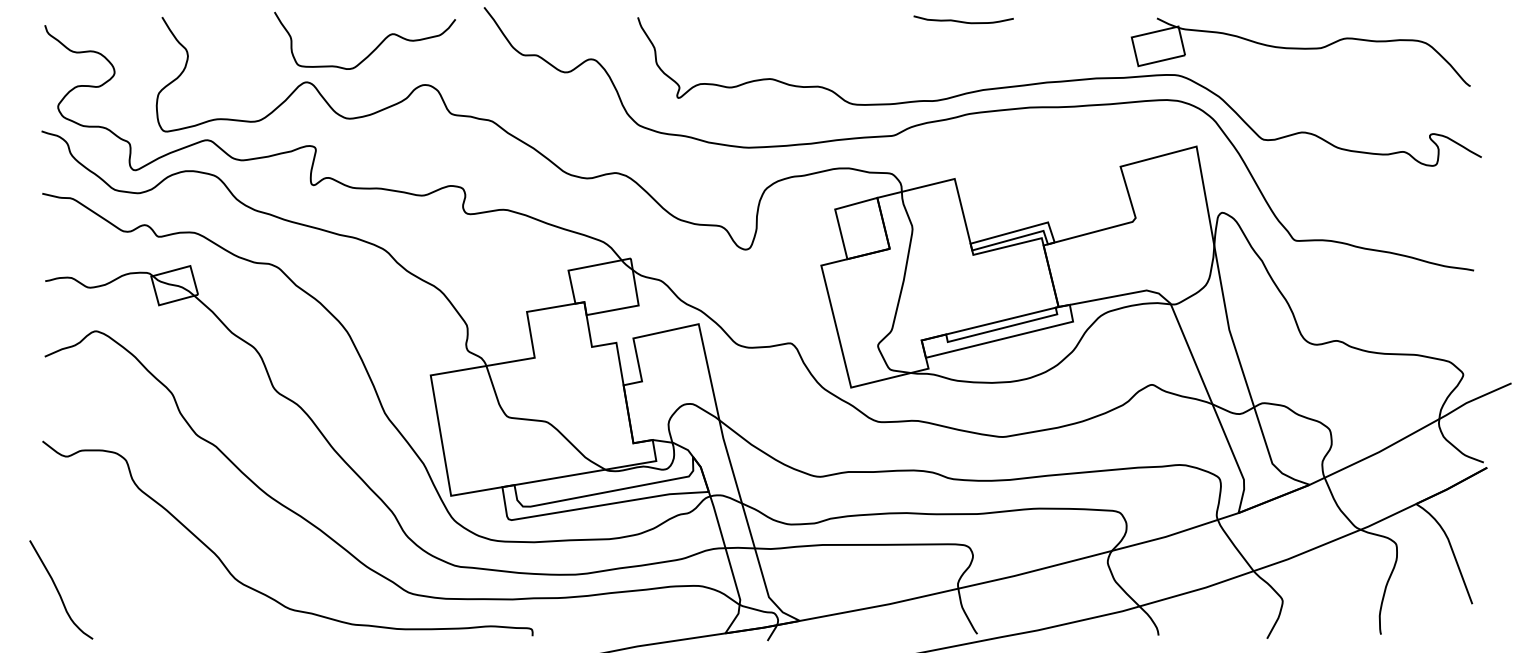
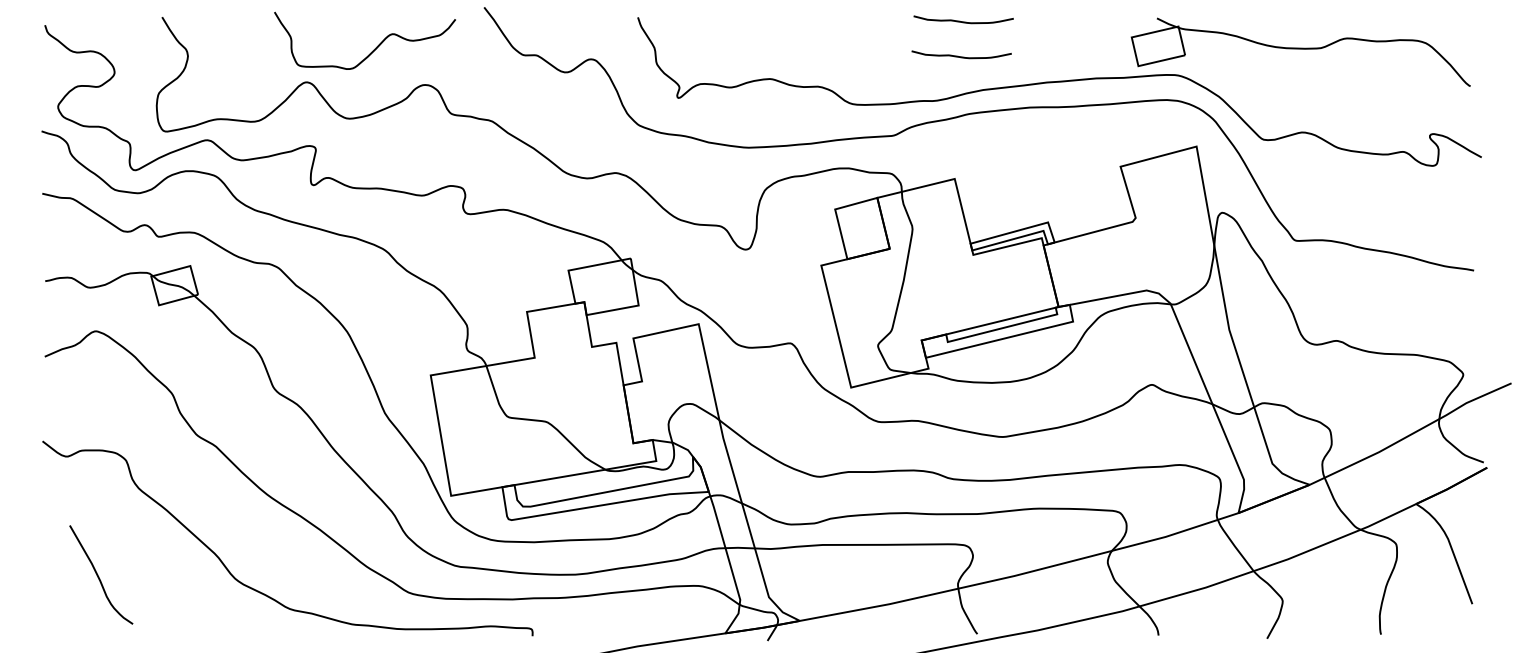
curve at (961, 56): none -> present
curve at (59, 591) position: (59, 591) -> (99, 576)
